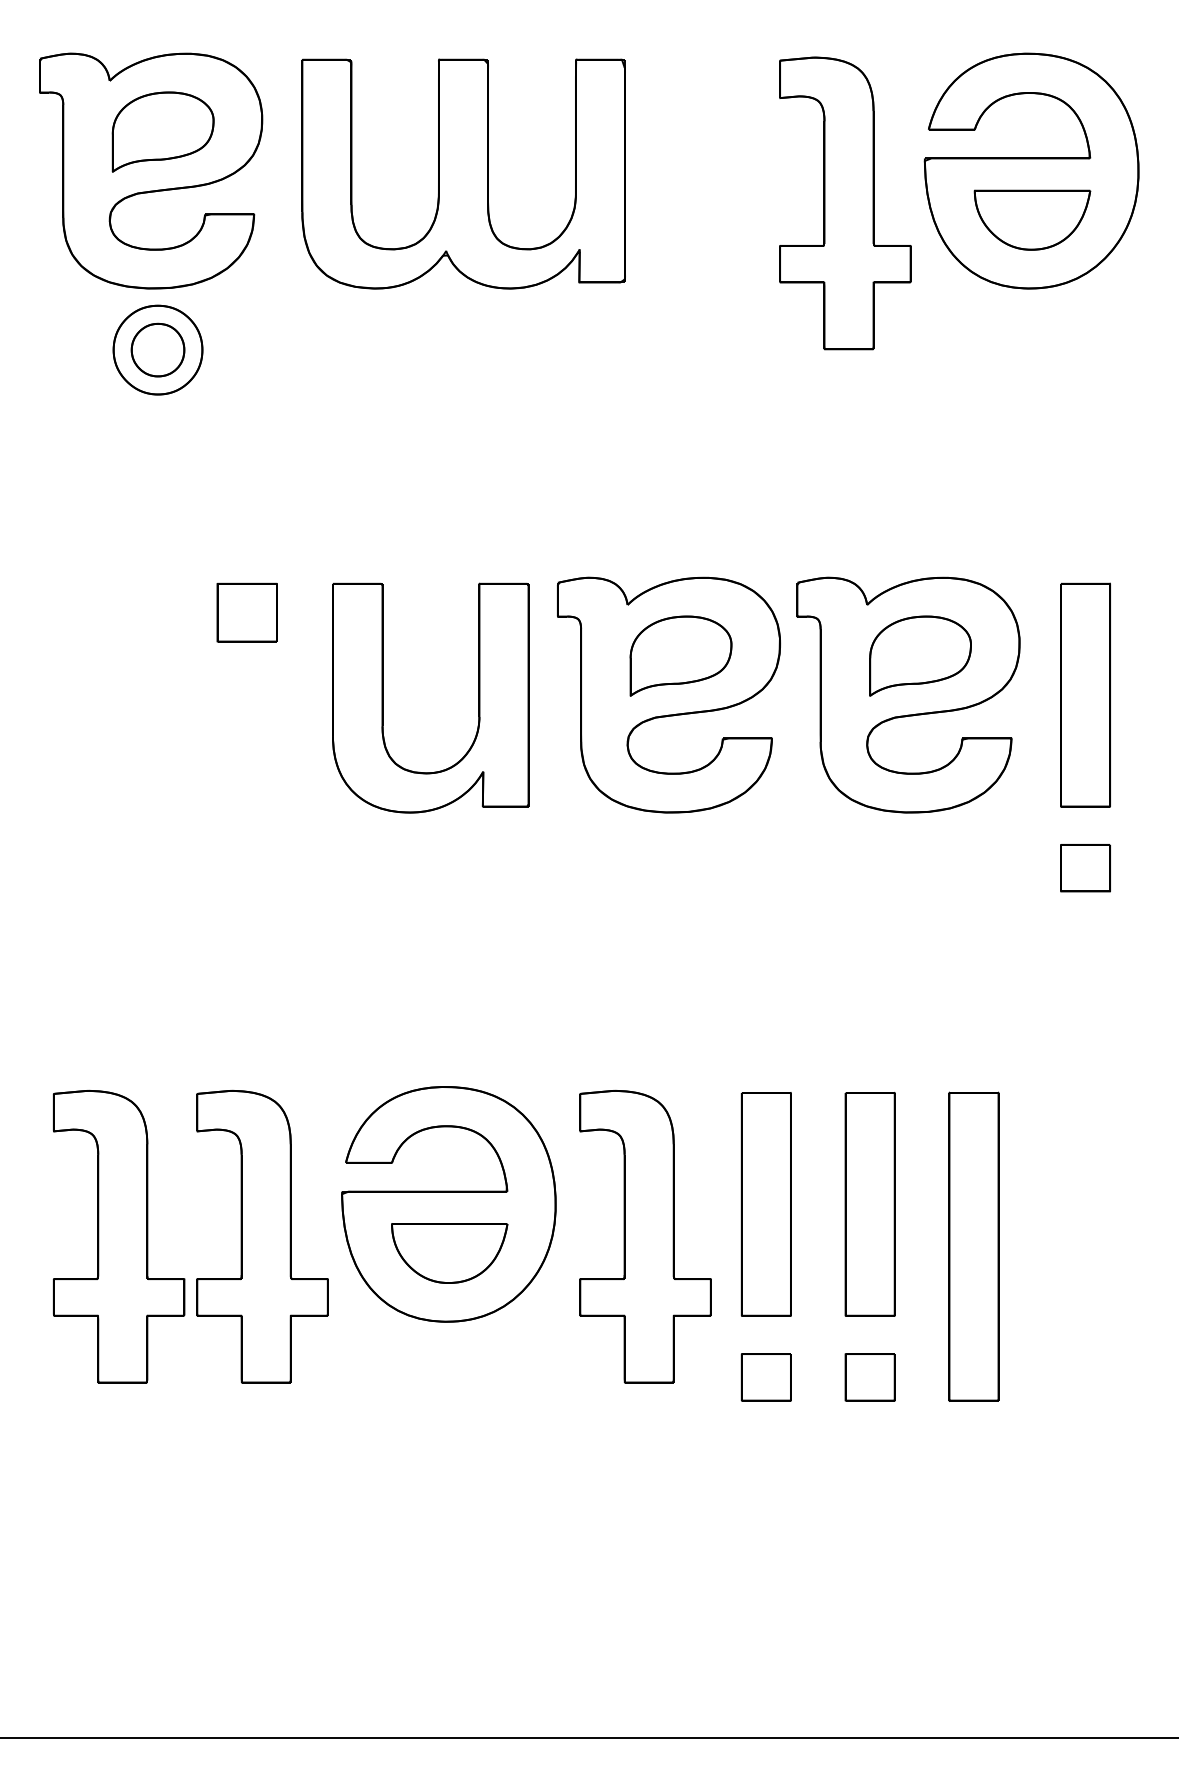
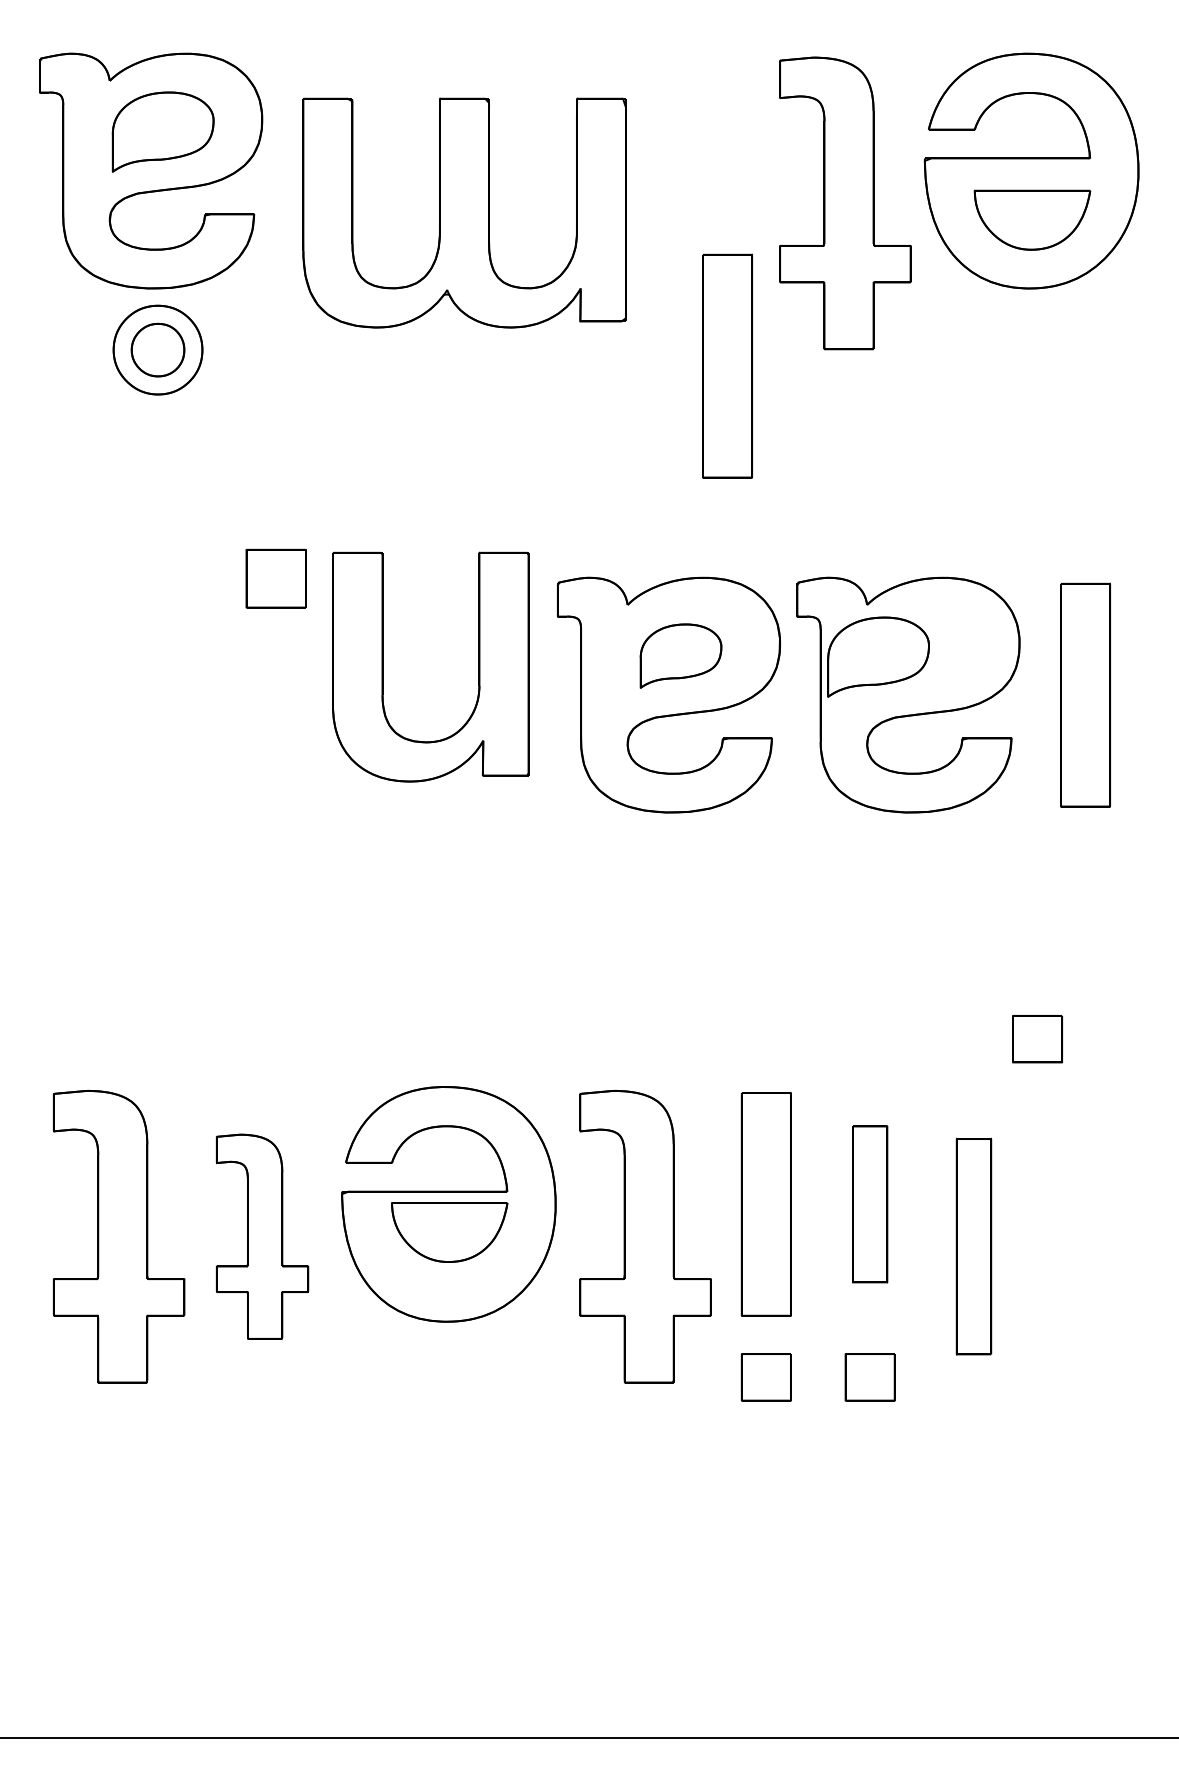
part at (463, 173) position: (463, 173) -> (464, 212)
part at (727, 365): none -> present
part at (246, 612) position: (246, 612) -> (275, 578)
part at (680, 655) size: 104x82 px -> 84x66 px
part at (920, 655) position: (920, 655) -> (878, 656)
part at (383, 697) position: (383, 697) -> (383, 666)
part at (1085, 868) position: (1085, 868) -> (1037, 1039)
part at (869, 1204) size: 52x225 px -> 37x159 px
part at (262, 1236) size: 133x294 px -> 94x207 px
part at (973, 1246) size: 52x311 px -> 38x219 px
part at (449, 1253) position: (449, 1253) -> (449, 1232)
